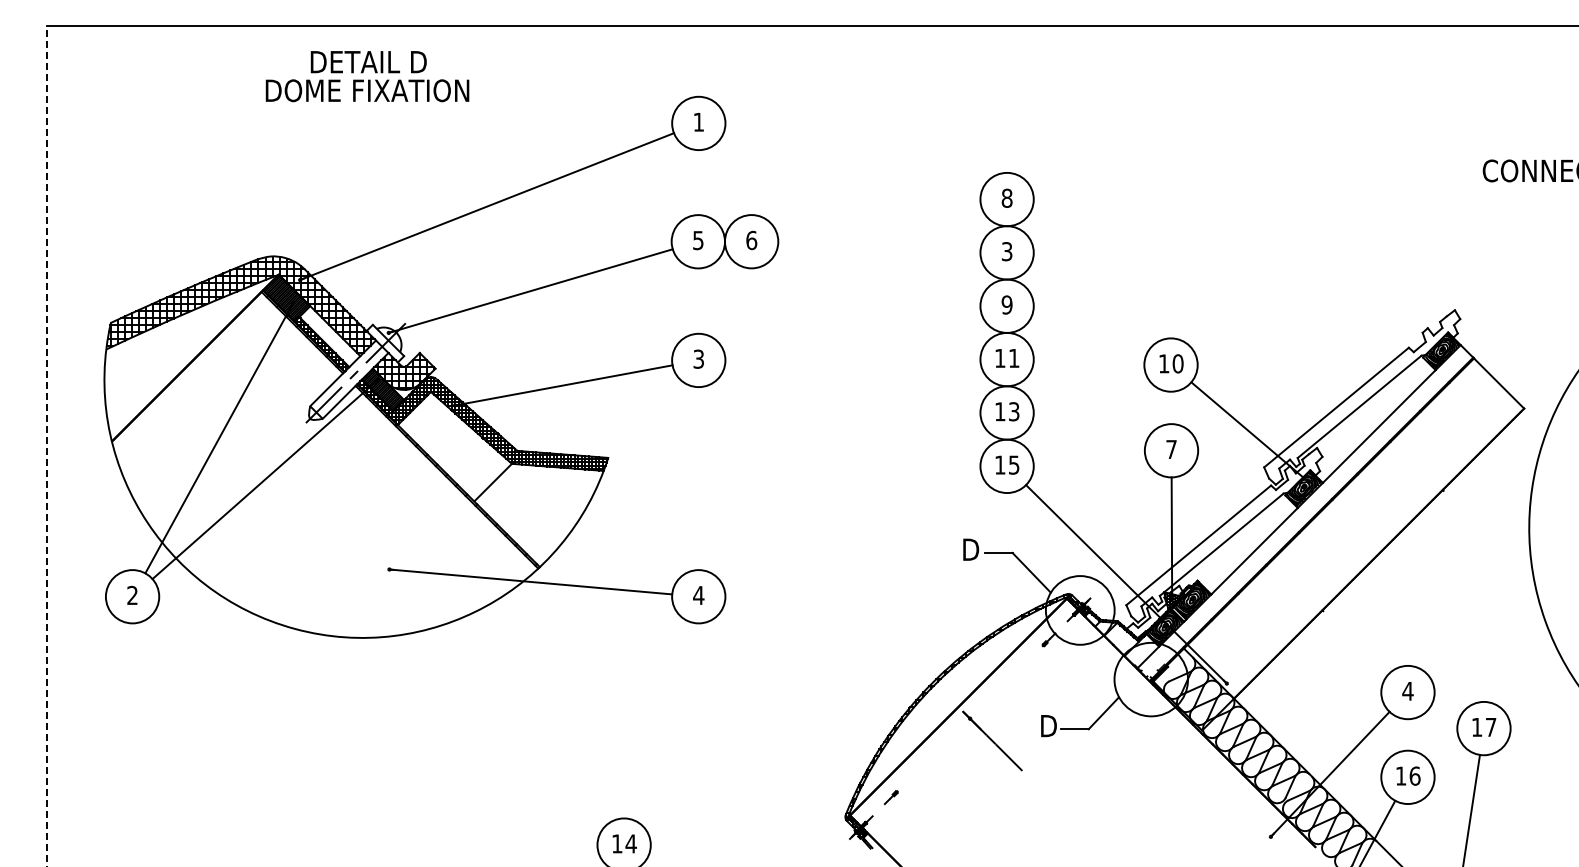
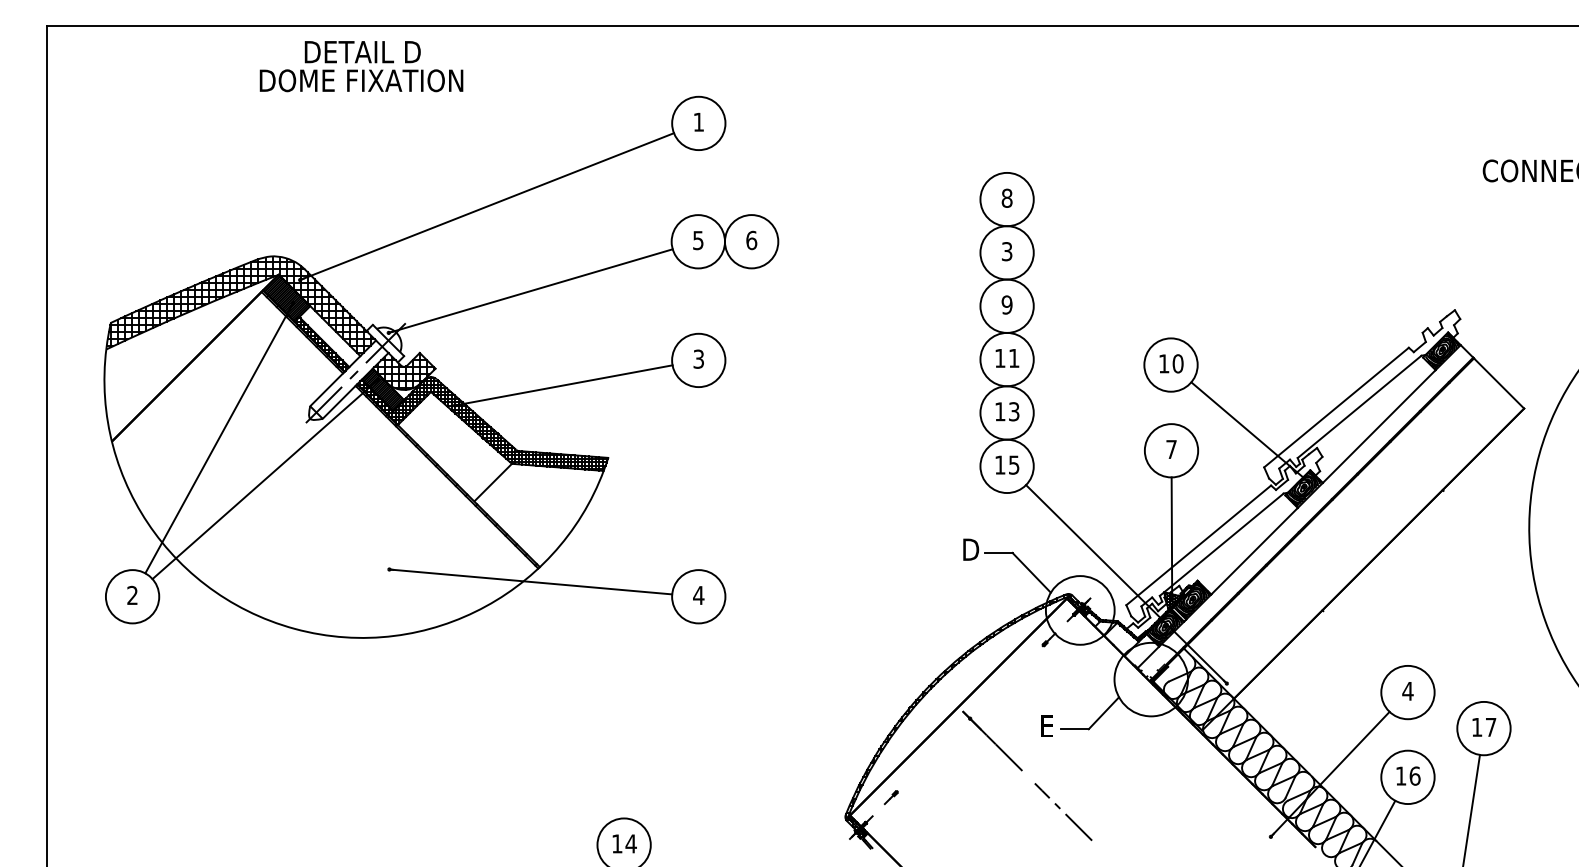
text at (367, 76) position: (367, 76) -> (361, 66)
line at (47, 445): dashed -> solid
text at (1048, 726): D -> E
line at (1066, 813): none -> present
